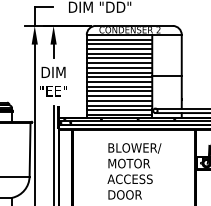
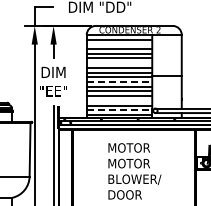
line at (119, 44): present -> none
line at (119, 63): present -> none
line at (119, 81): solid -> dashed
line at (119, 100): present -> none
line at (119, 110): solid -> dashed
text at (135, 148): BLOWER/ -> MOTOR
text at (134, 179): ACCESS -> BLOWER/
